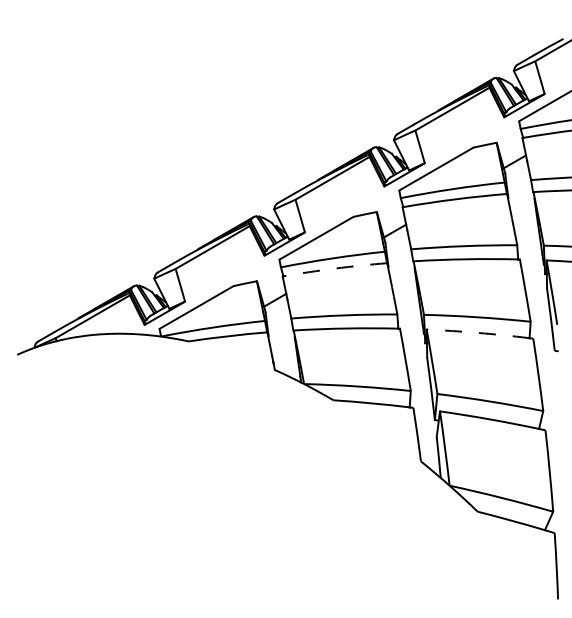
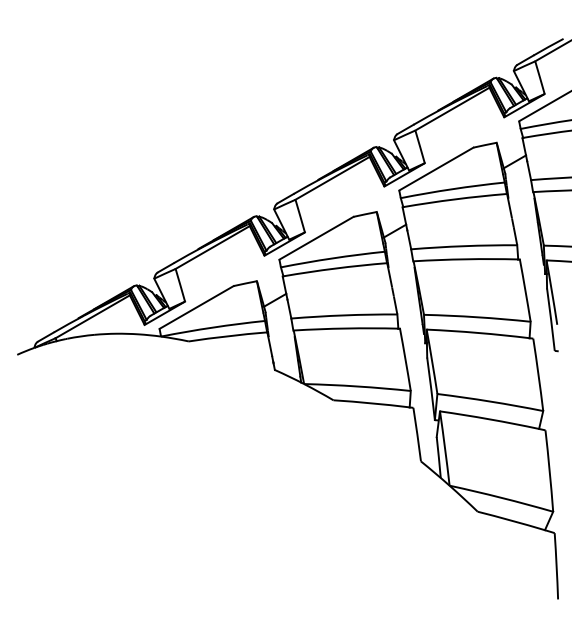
arc at (335, 268): dashed -> solid
arc at (478, 332): dashed -> solid
